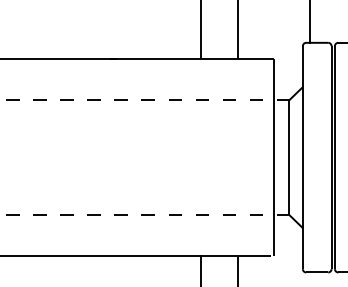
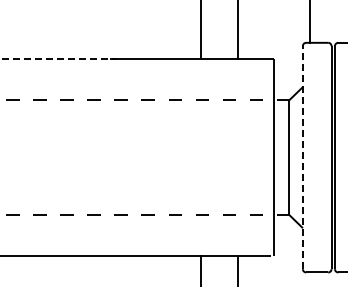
line at (59, 59): solid -> dashed
line at (302, 157): solid -> dashed
